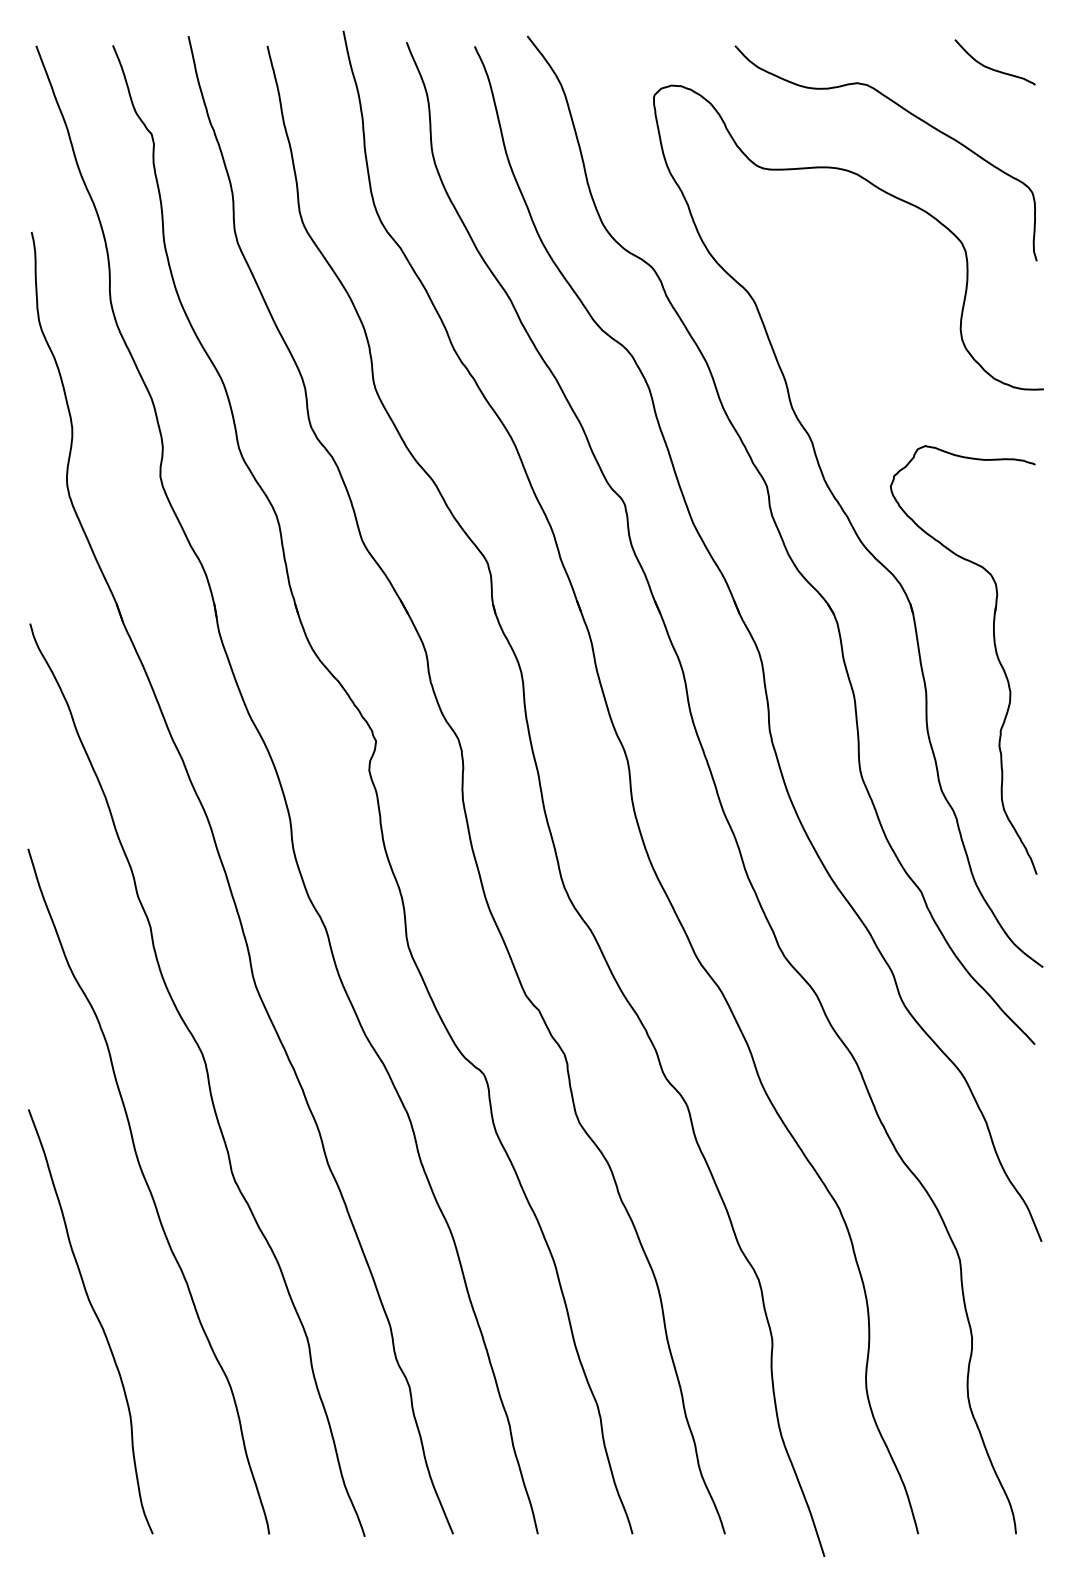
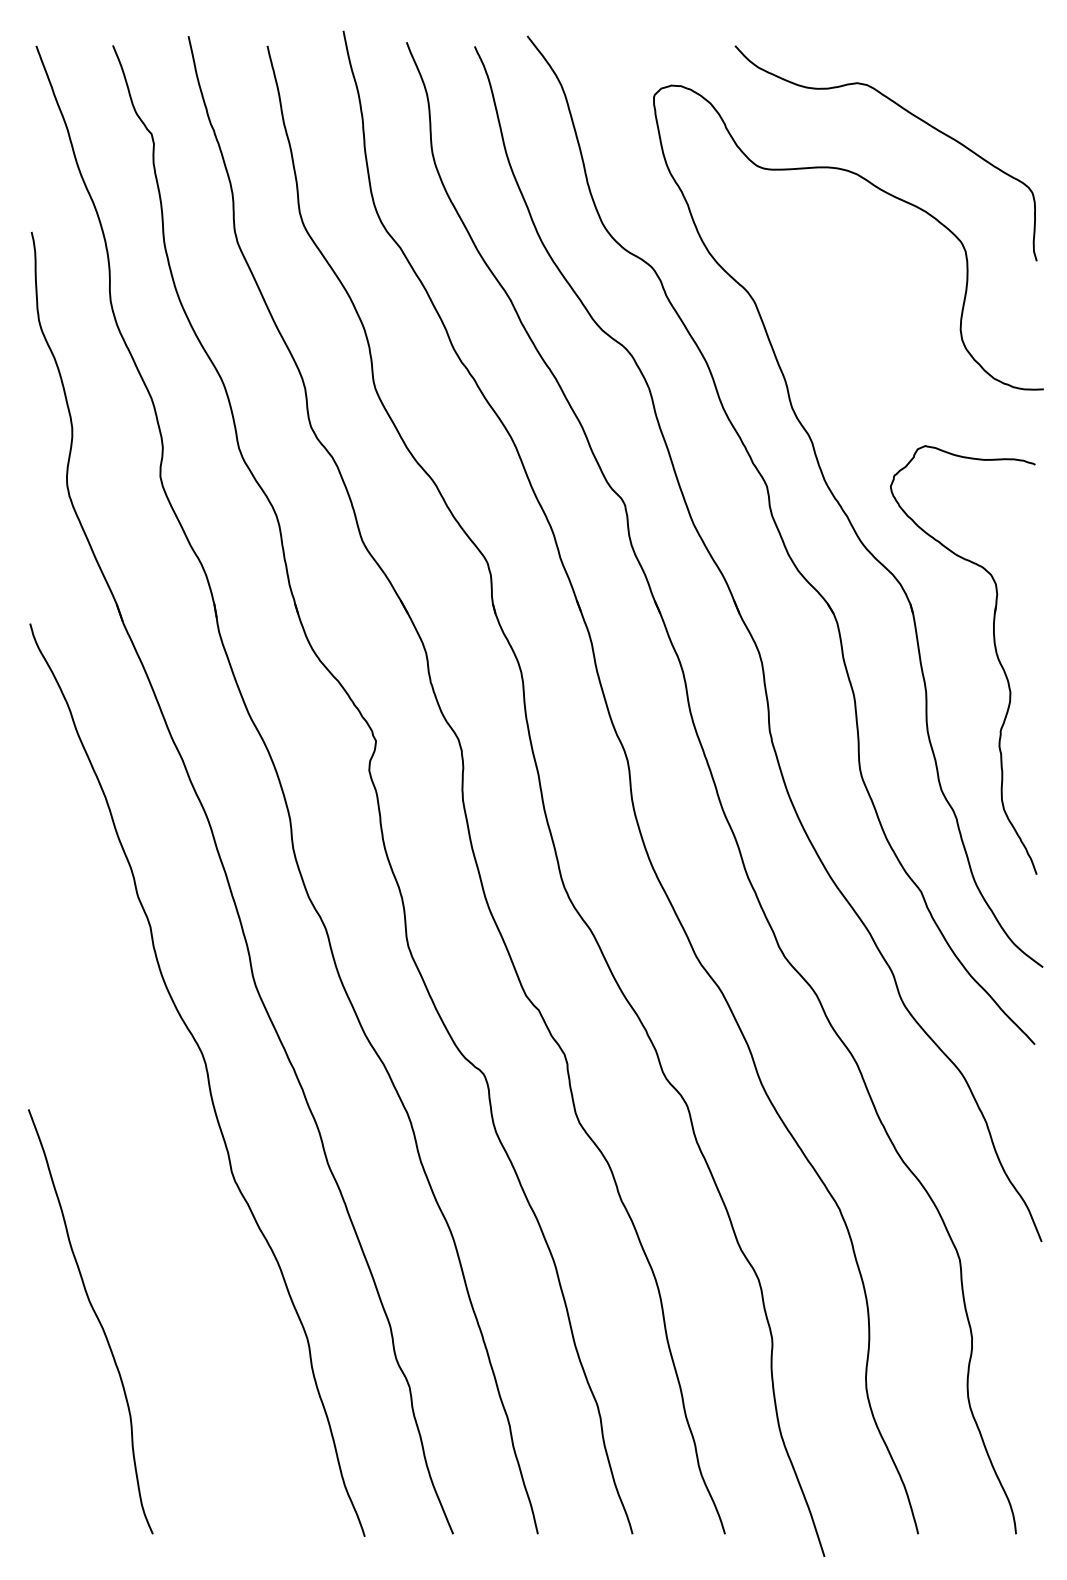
curve at (993, 68): present -> none
curve at (148, 1190): present -> none
